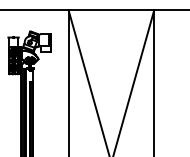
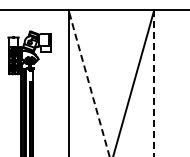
line at (89, 83): solid -> dashed
line at (154, 83): solid -> dashed
